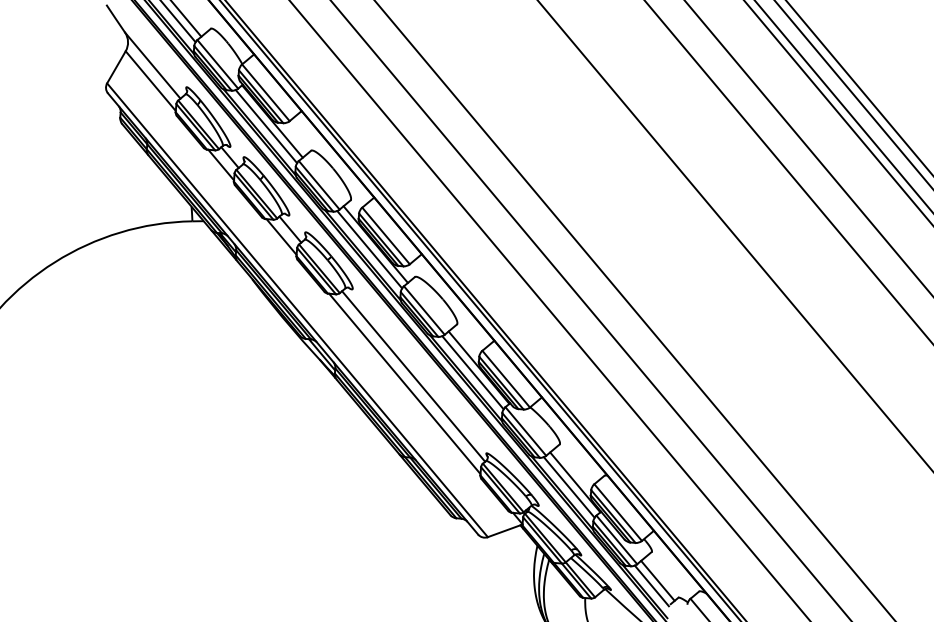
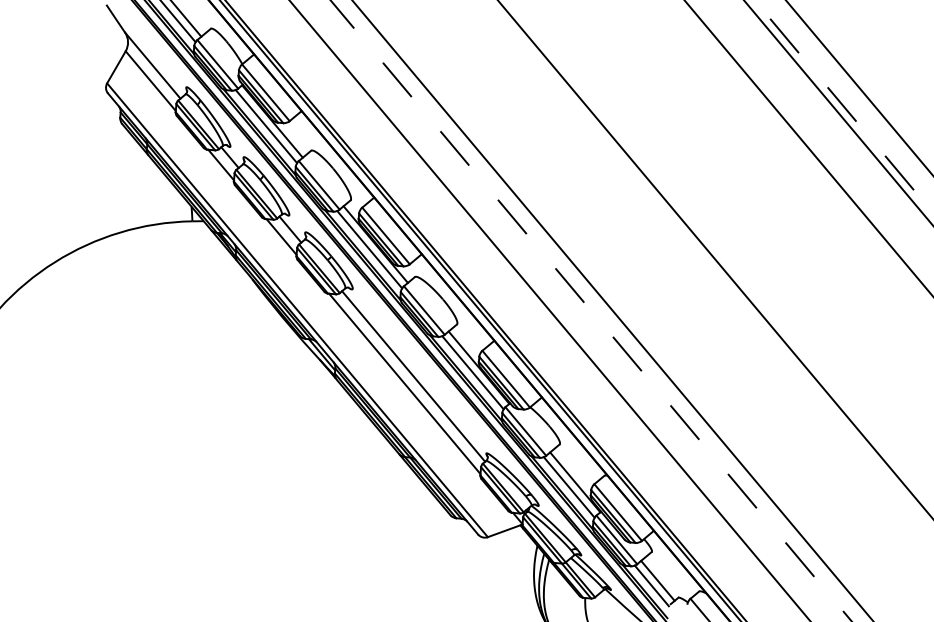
line at (853, 94): present -> none
line at (844, 107): solid -> dashed
line at (788, 171): present -> none
line at (734, 235) position: (734, 235) -> (714, 259)
line at (634, 310) position: (634, 310) -> (612, 310)
line at (591, 311): solid -> dashed
